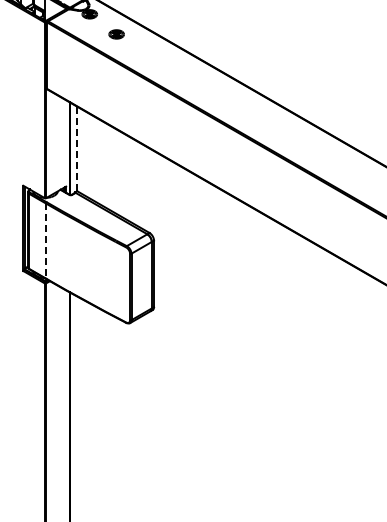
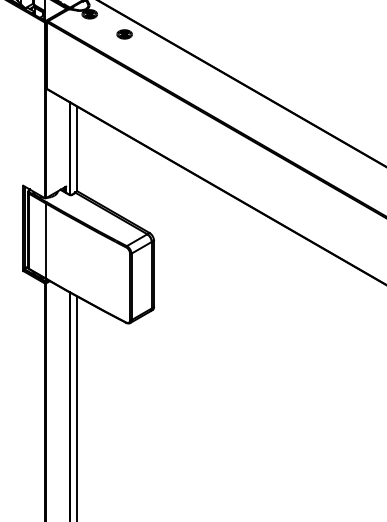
part at (116, 34) position: (116, 34) -> (124, 34)
line at (77, 149): dashed -> solid
line at (45, 241): dashed -> solid
line at (77, 407): none -> present
